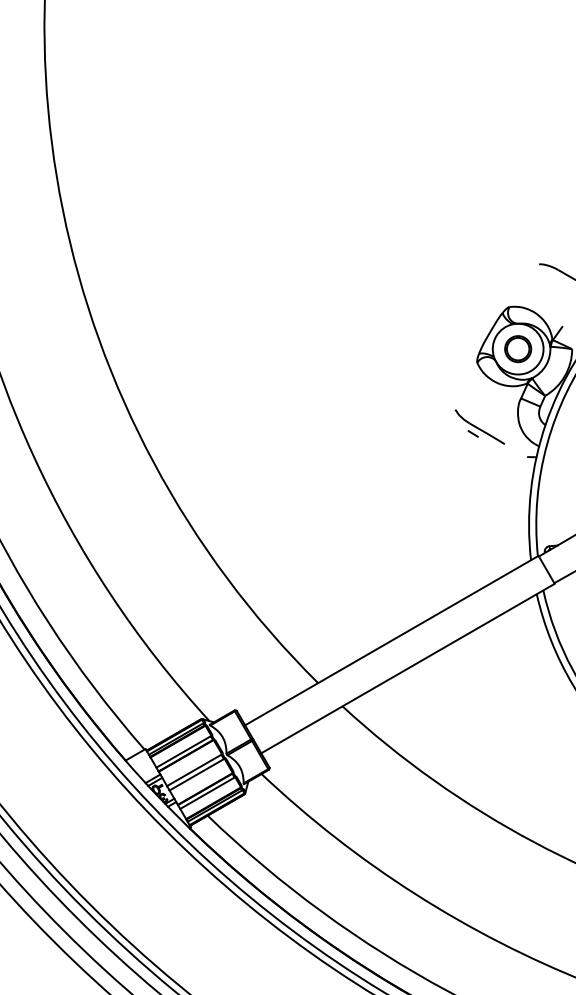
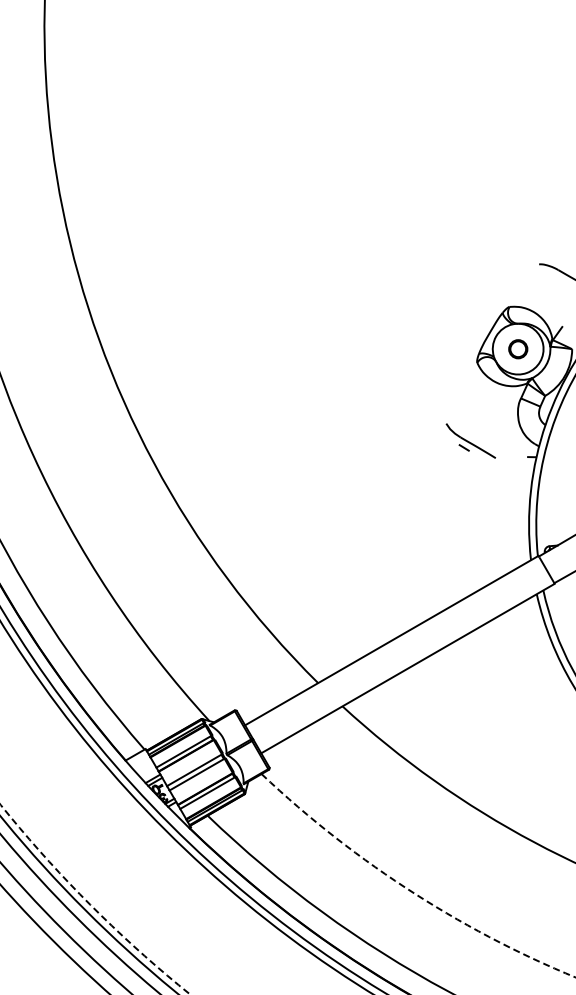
part at (518, 349) size: 29x29 px -> 21x21 px
part at (479, 426) position: (479, 426) -> (470, 440)
arc at (410, 891): solid -> dashed
circle at (95, 899): solid -> dashed
